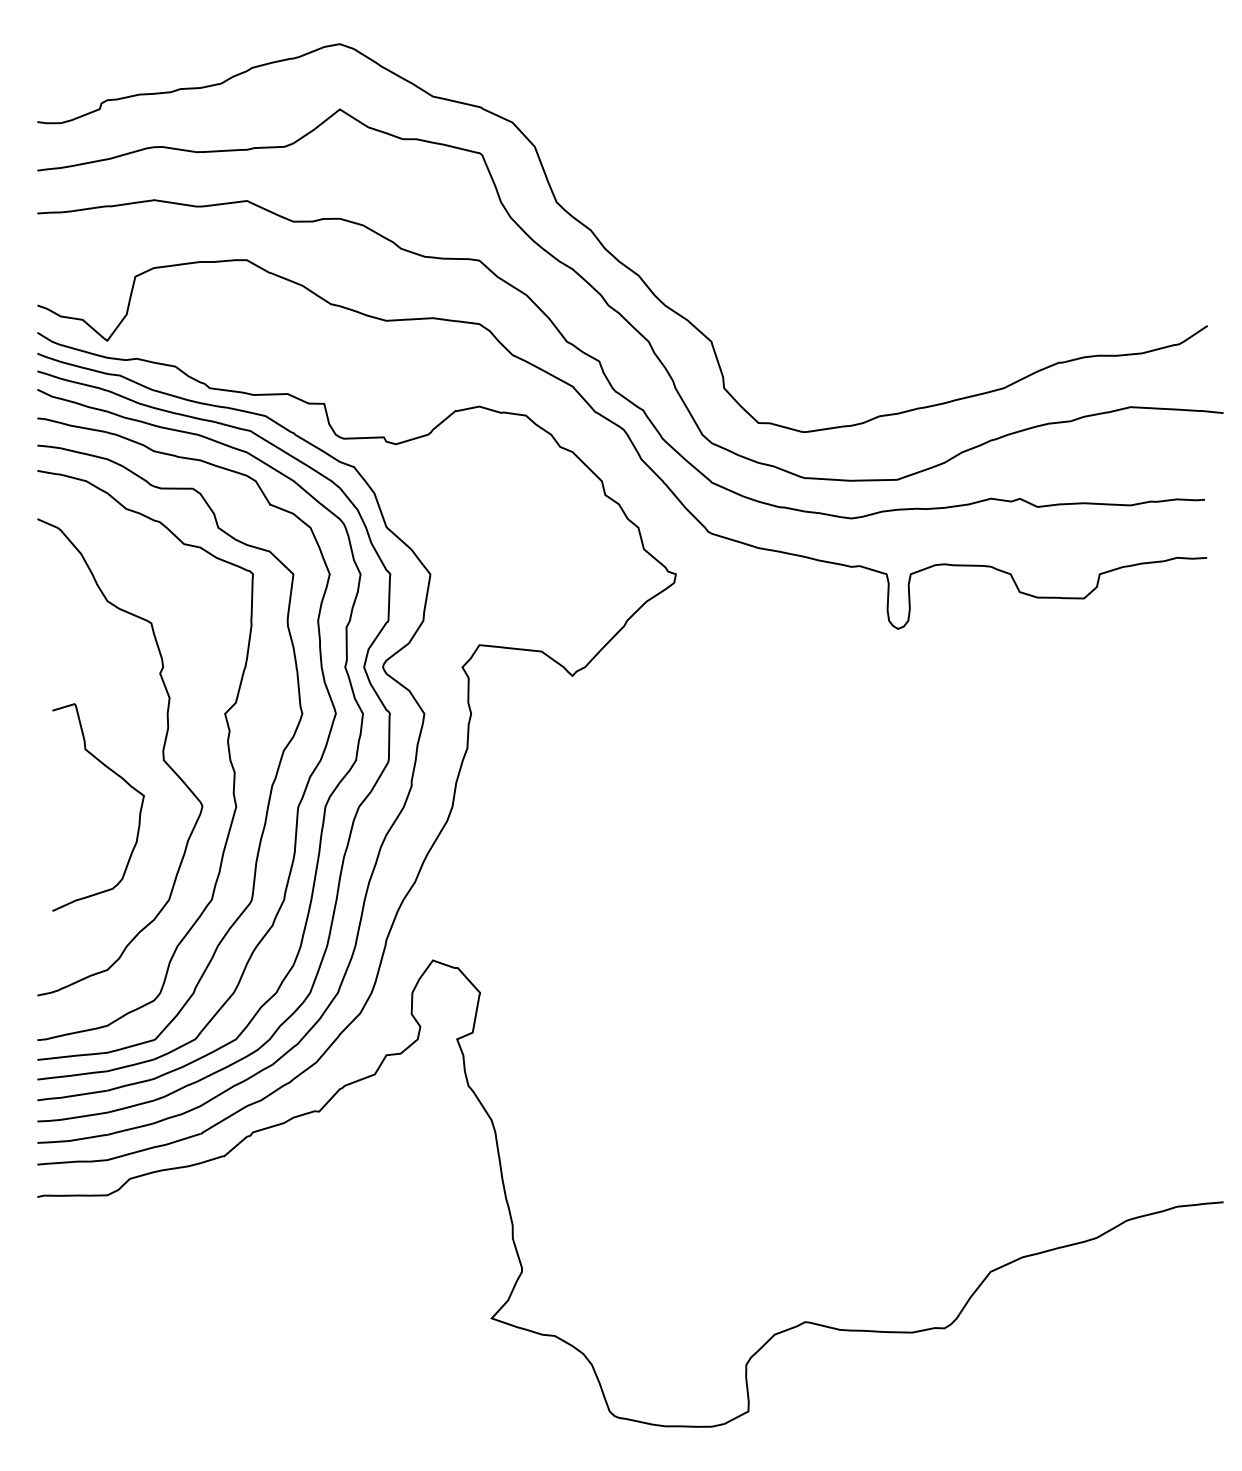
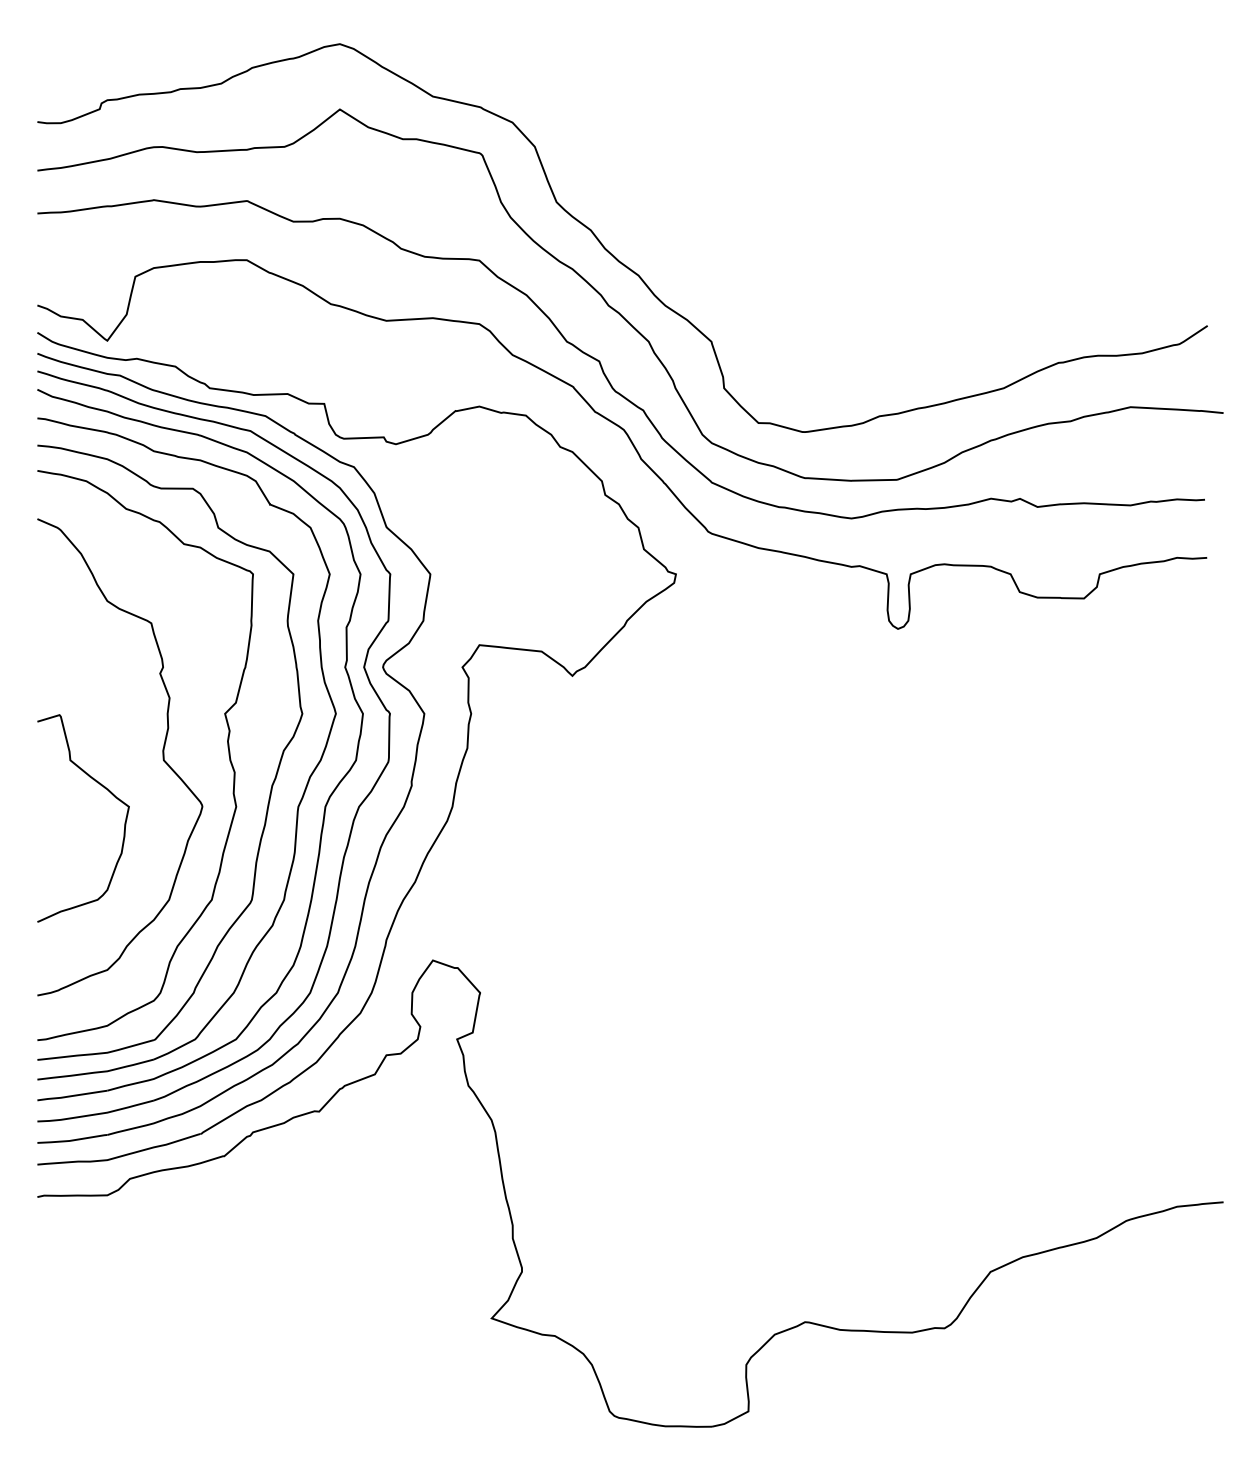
curve at (120, 778) position: (120, 778) -> (105, 789)
